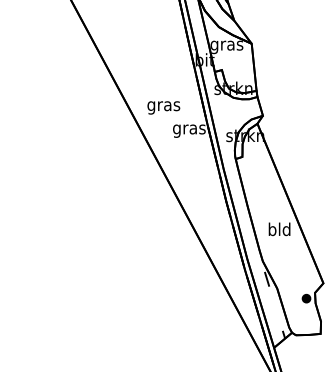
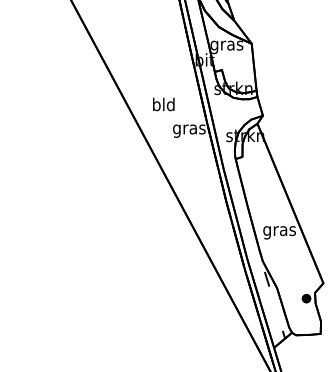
text at (163, 105): gras -> bld
text at (279, 230): bld -> gras
